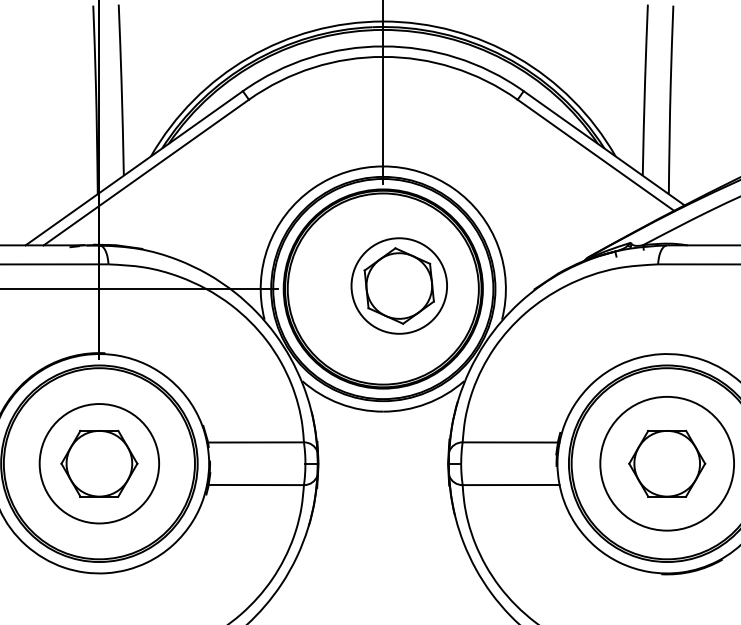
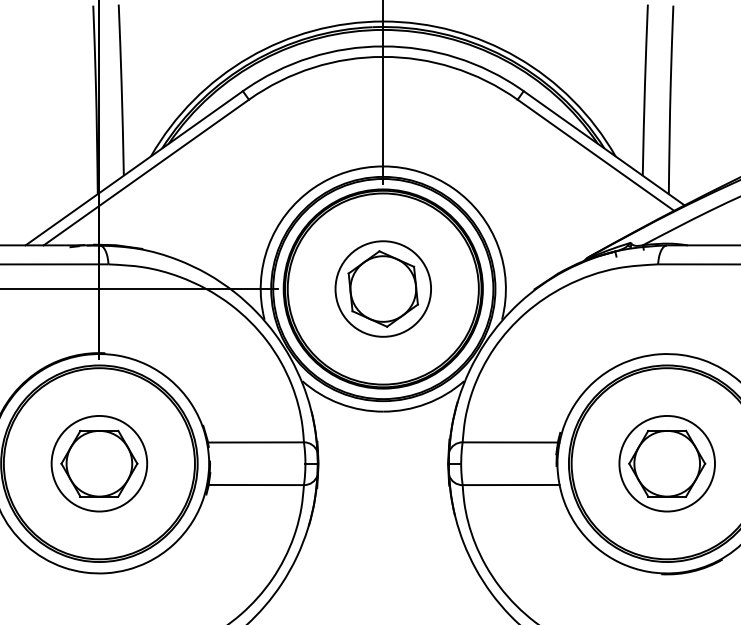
part at (398, 285) position: (398, 285) -> (382, 288)
circle at (99, 463) diameter: 119 px -> 96 px
circle at (667, 463) diameter: 134 px -> 96 px
